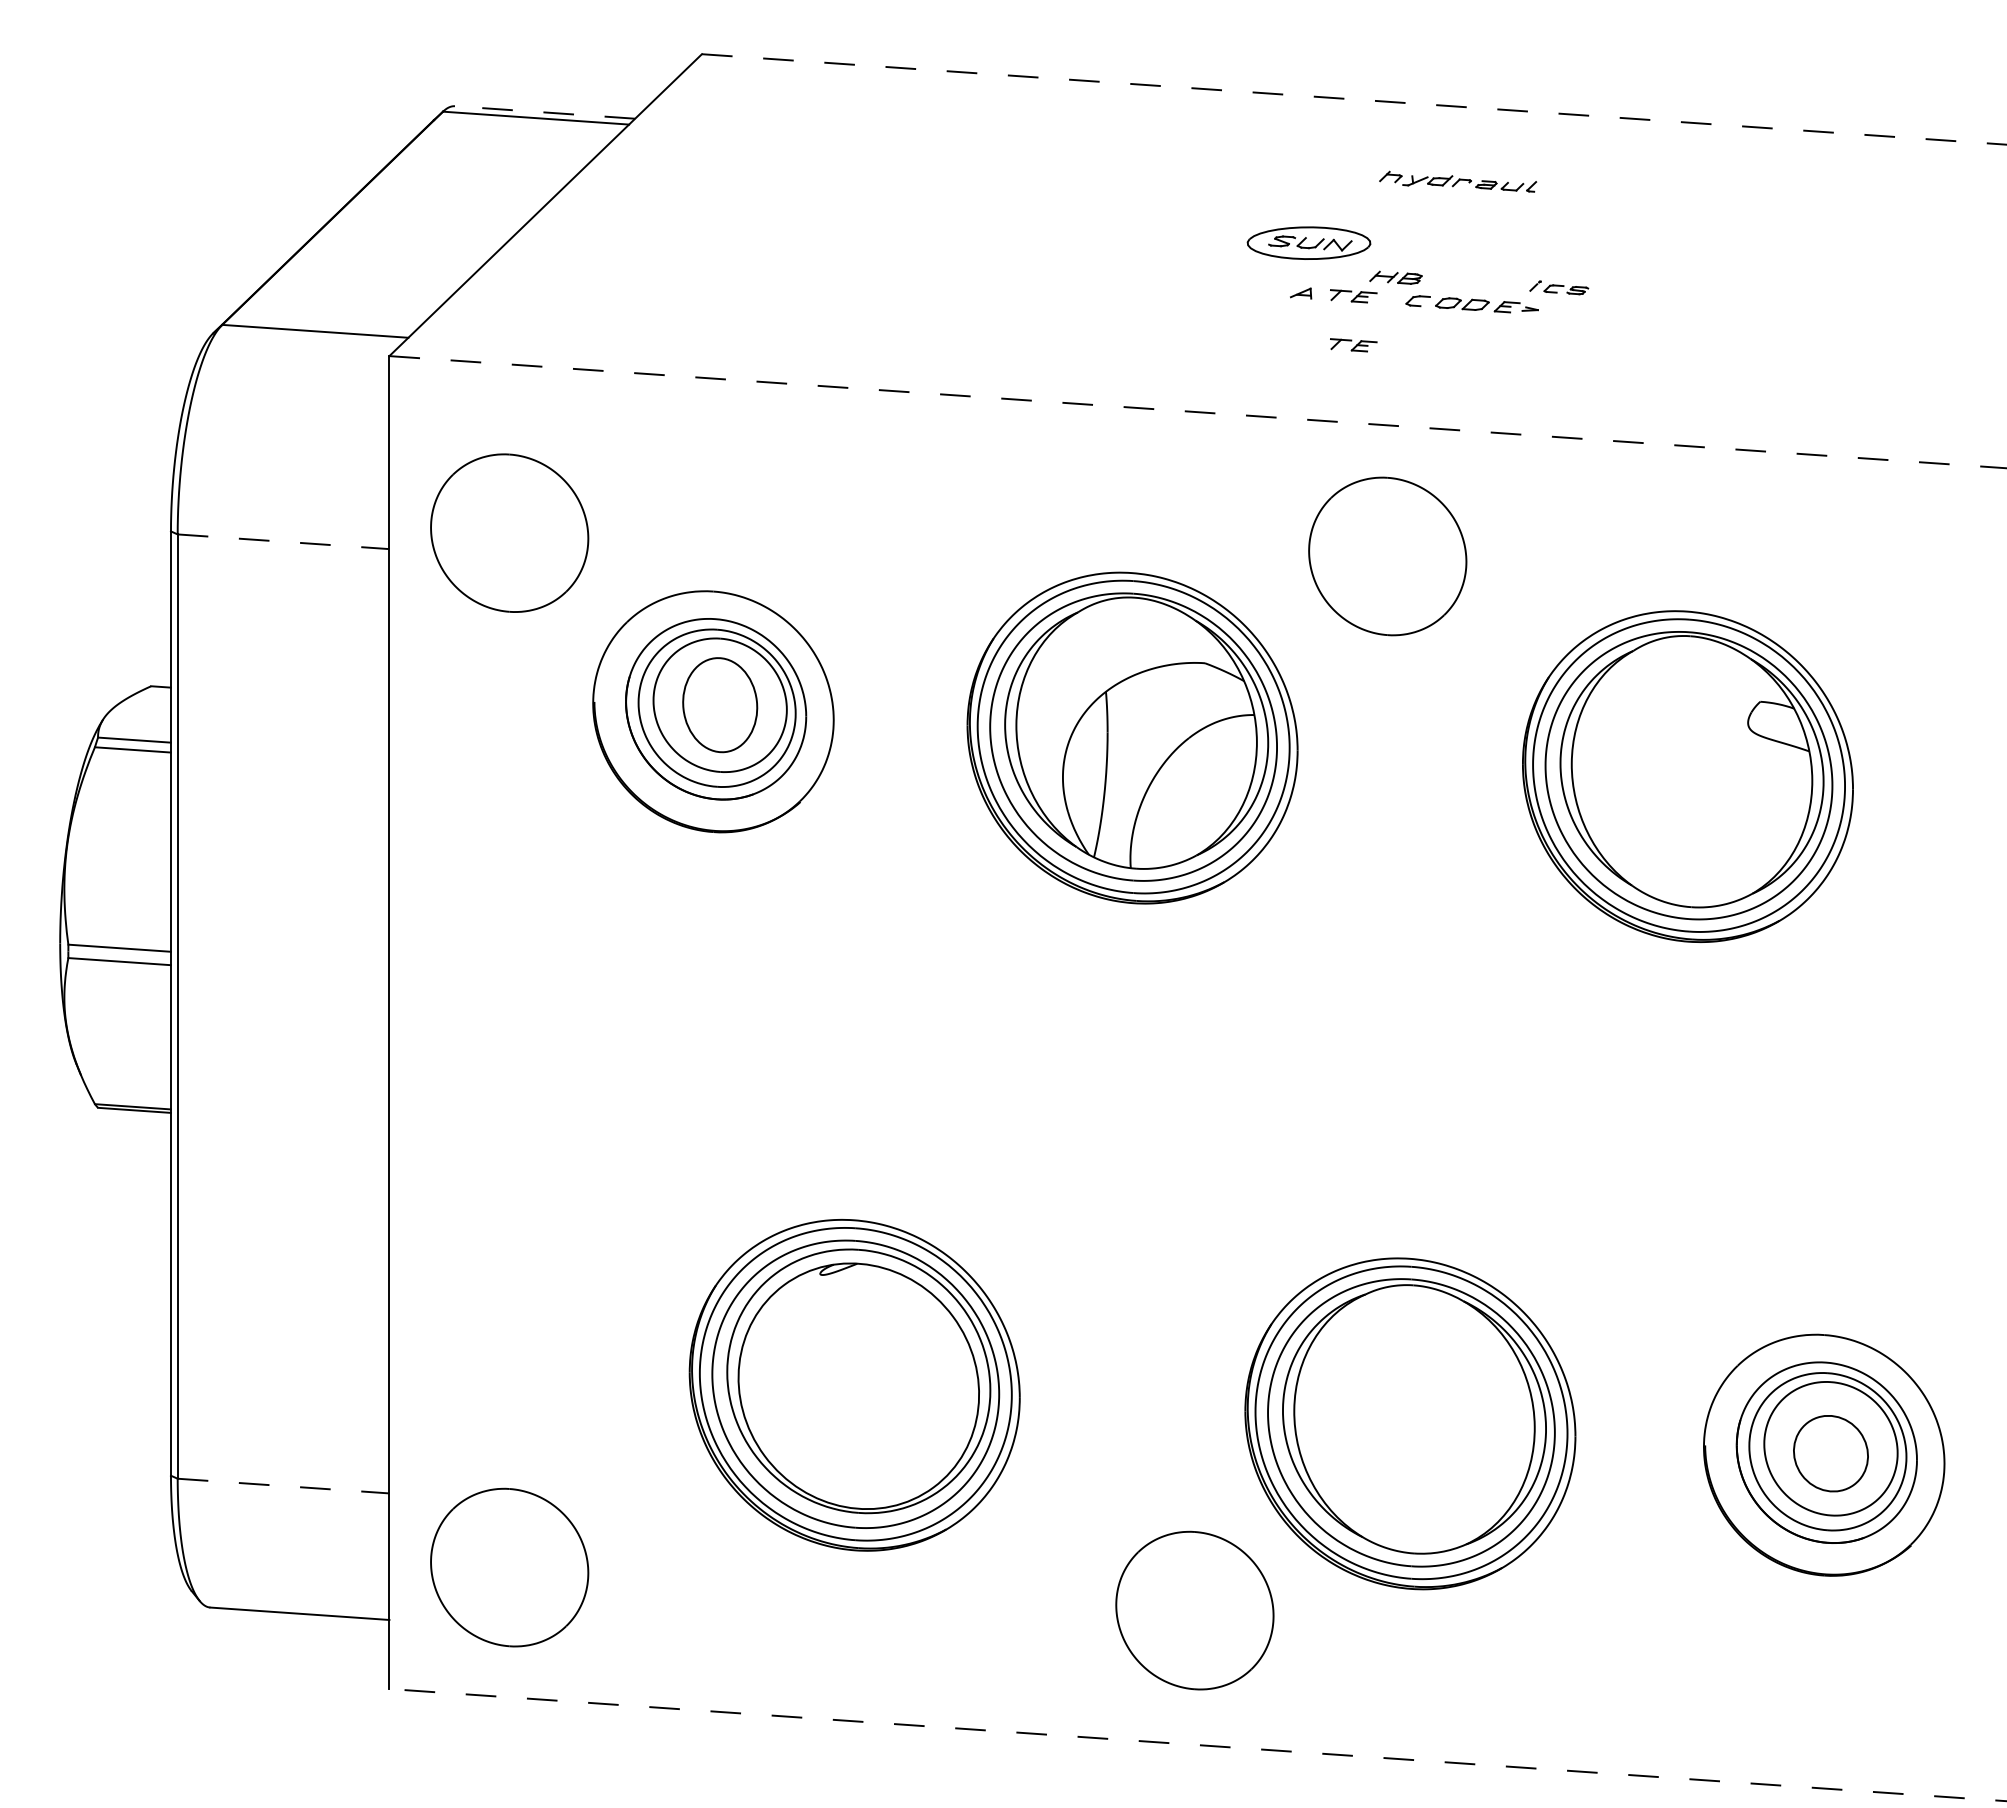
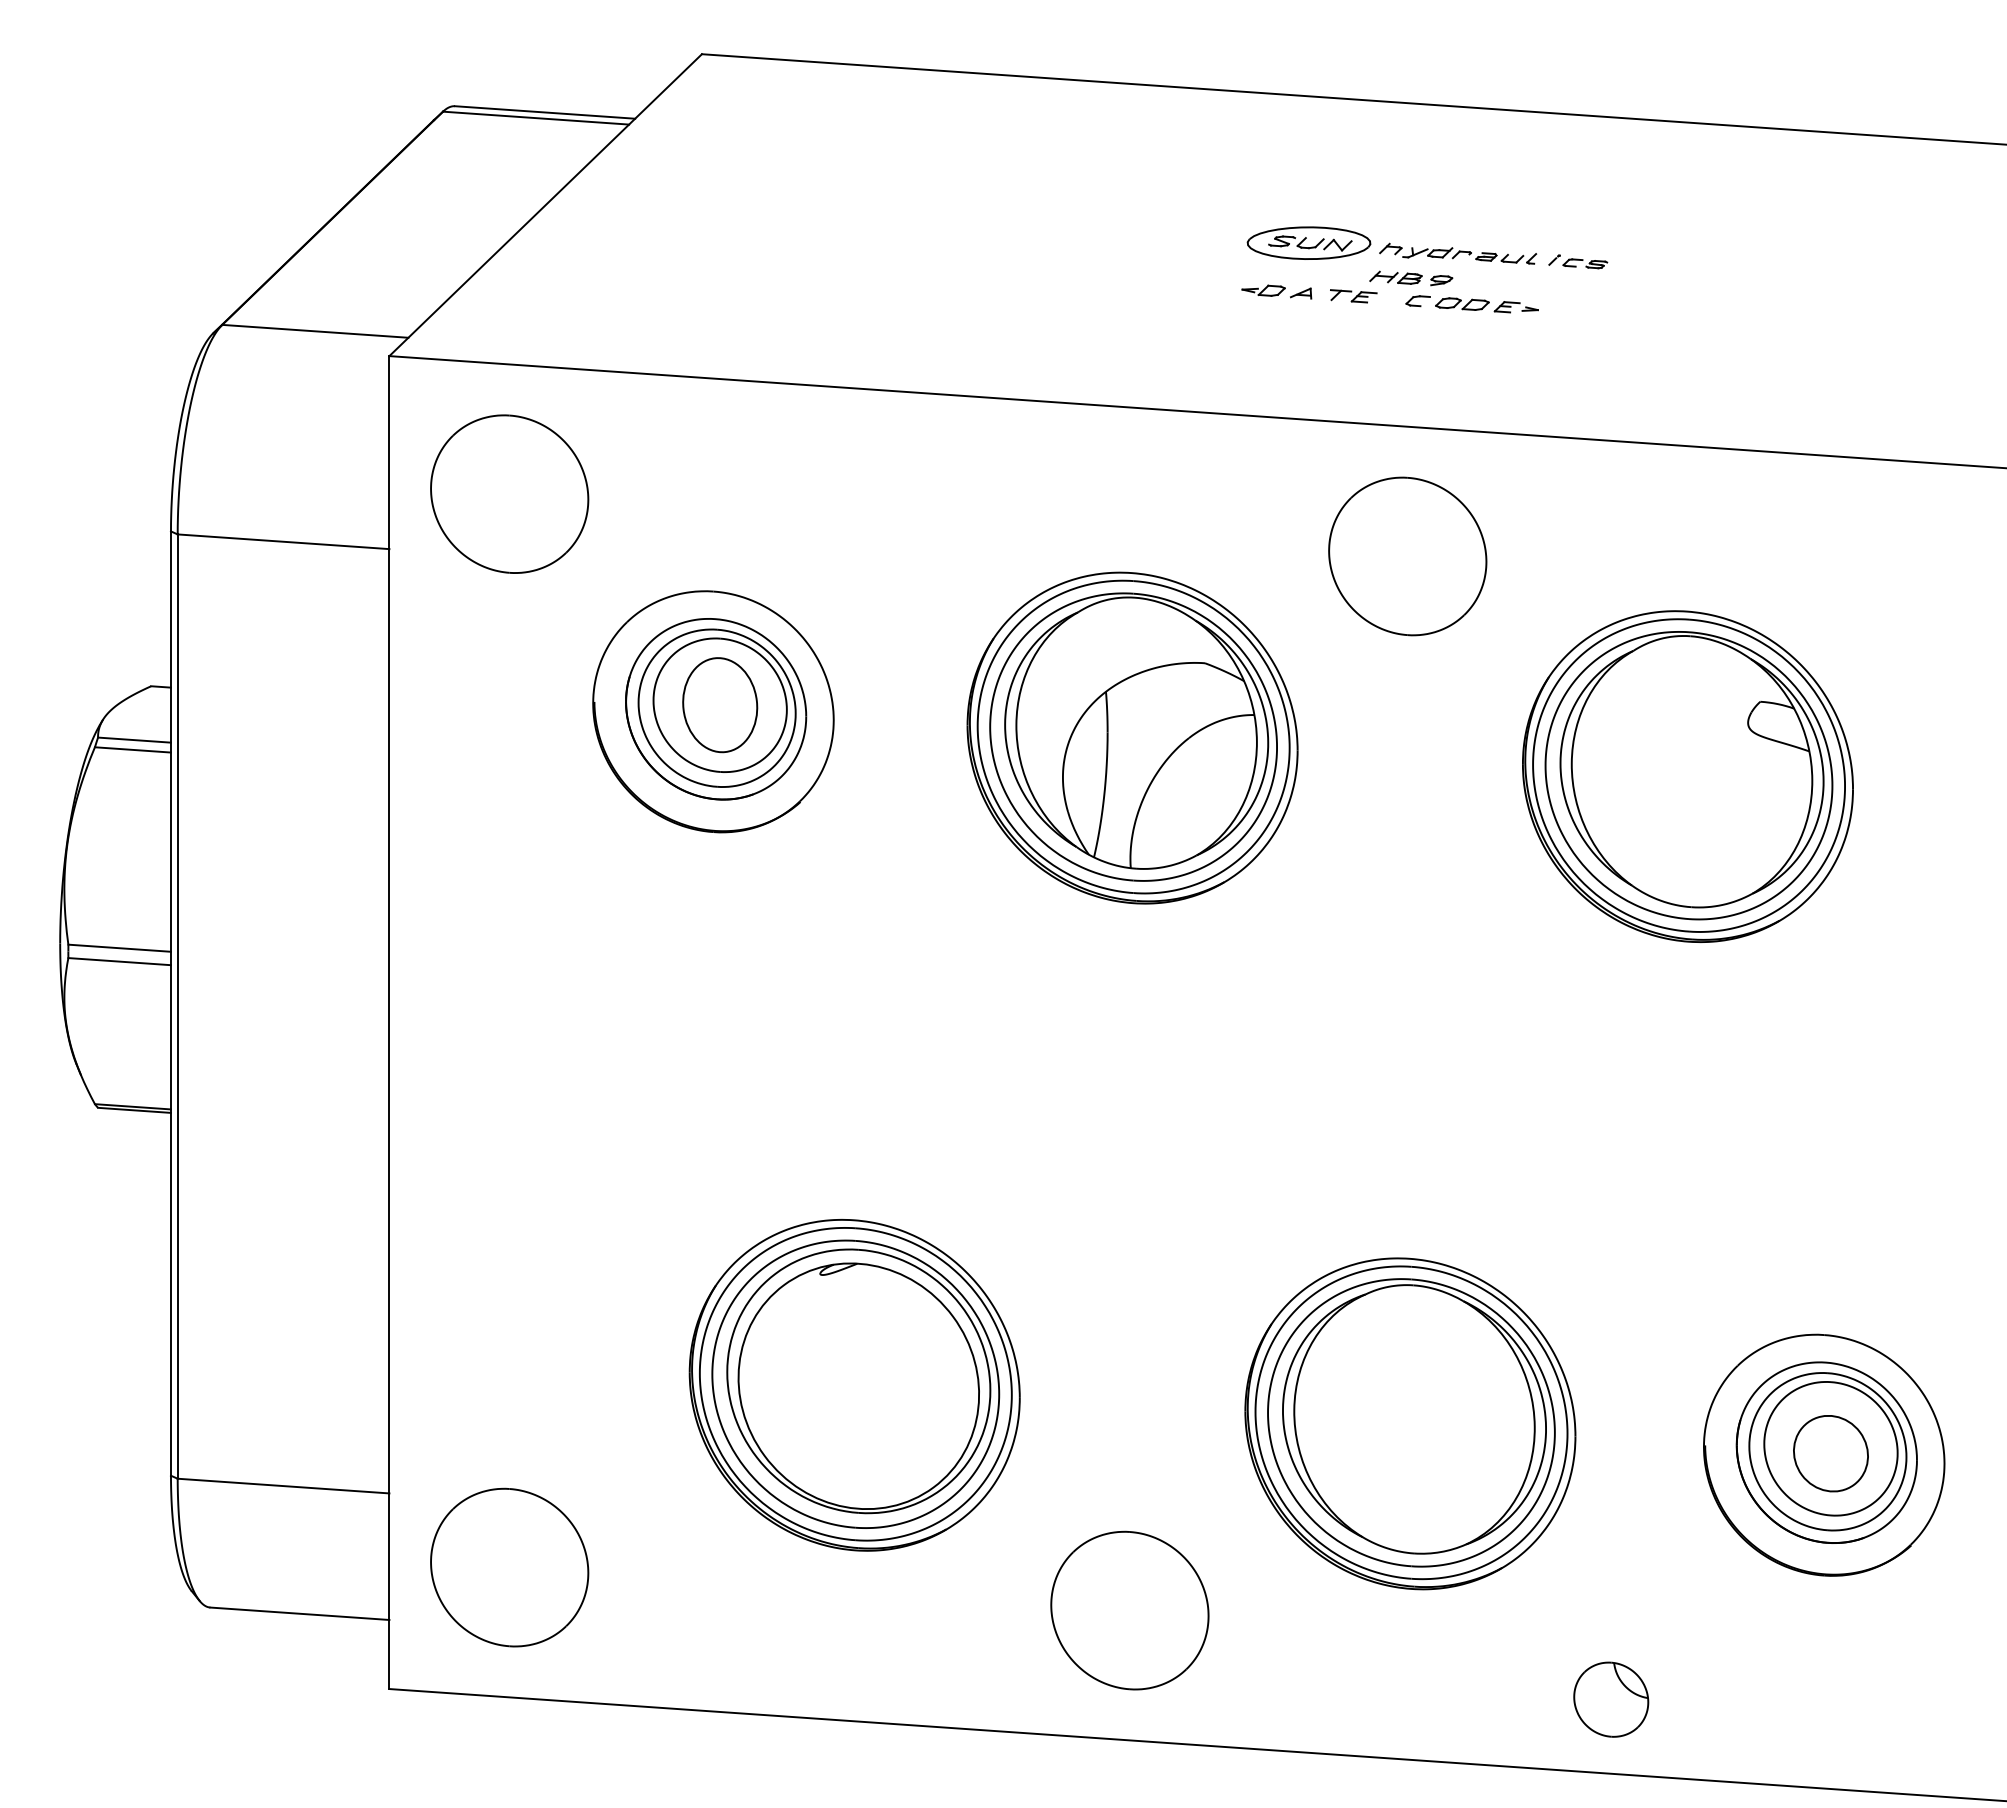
line at (1354, 99): dashed -> solid
line at (544, 112): dashed -> solid
part at (1458, 181) position: (1458, 181) -> (1458, 253)
part at (1441, 280): none -> present
part at (1559, 287) position: (1559, 287) -> (1578, 261)
part at (1263, 290): none -> present
part at (1353, 345): present -> none
line at (1198, 412): dashed -> solid
part at (509, 532) position: (509, 532) -> (509, 493)
line at (284, 541): dashed -> solid
part at (1387, 556) position: (1387, 556) -> (1407, 556)
line at (284, 1486): dashed -> solid
part at (1194, 1610) position: (1194, 1610) -> (1129, 1610)
part at (1611, 1699): none -> present
line at (1198, 1745): dashed -> solid
